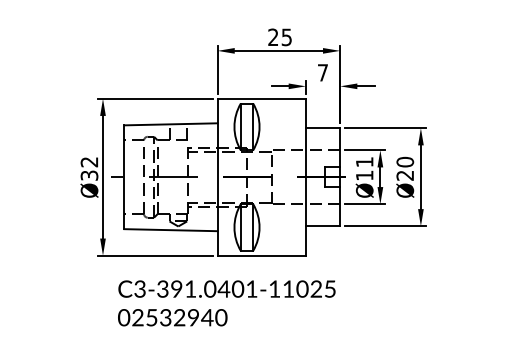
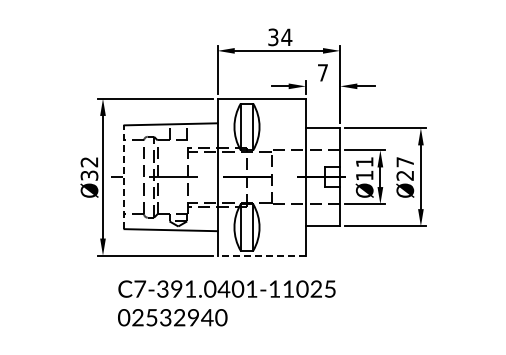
text at (280, 37): 25 -> 34
text at (405, 161): Ø20 -> Ø27
line at (124, 177): solid -> dashed
line at (261, 255): solid -> dashed
text at (140, 288): C3-391.0401-11025 -> C7-391.0401-11025
